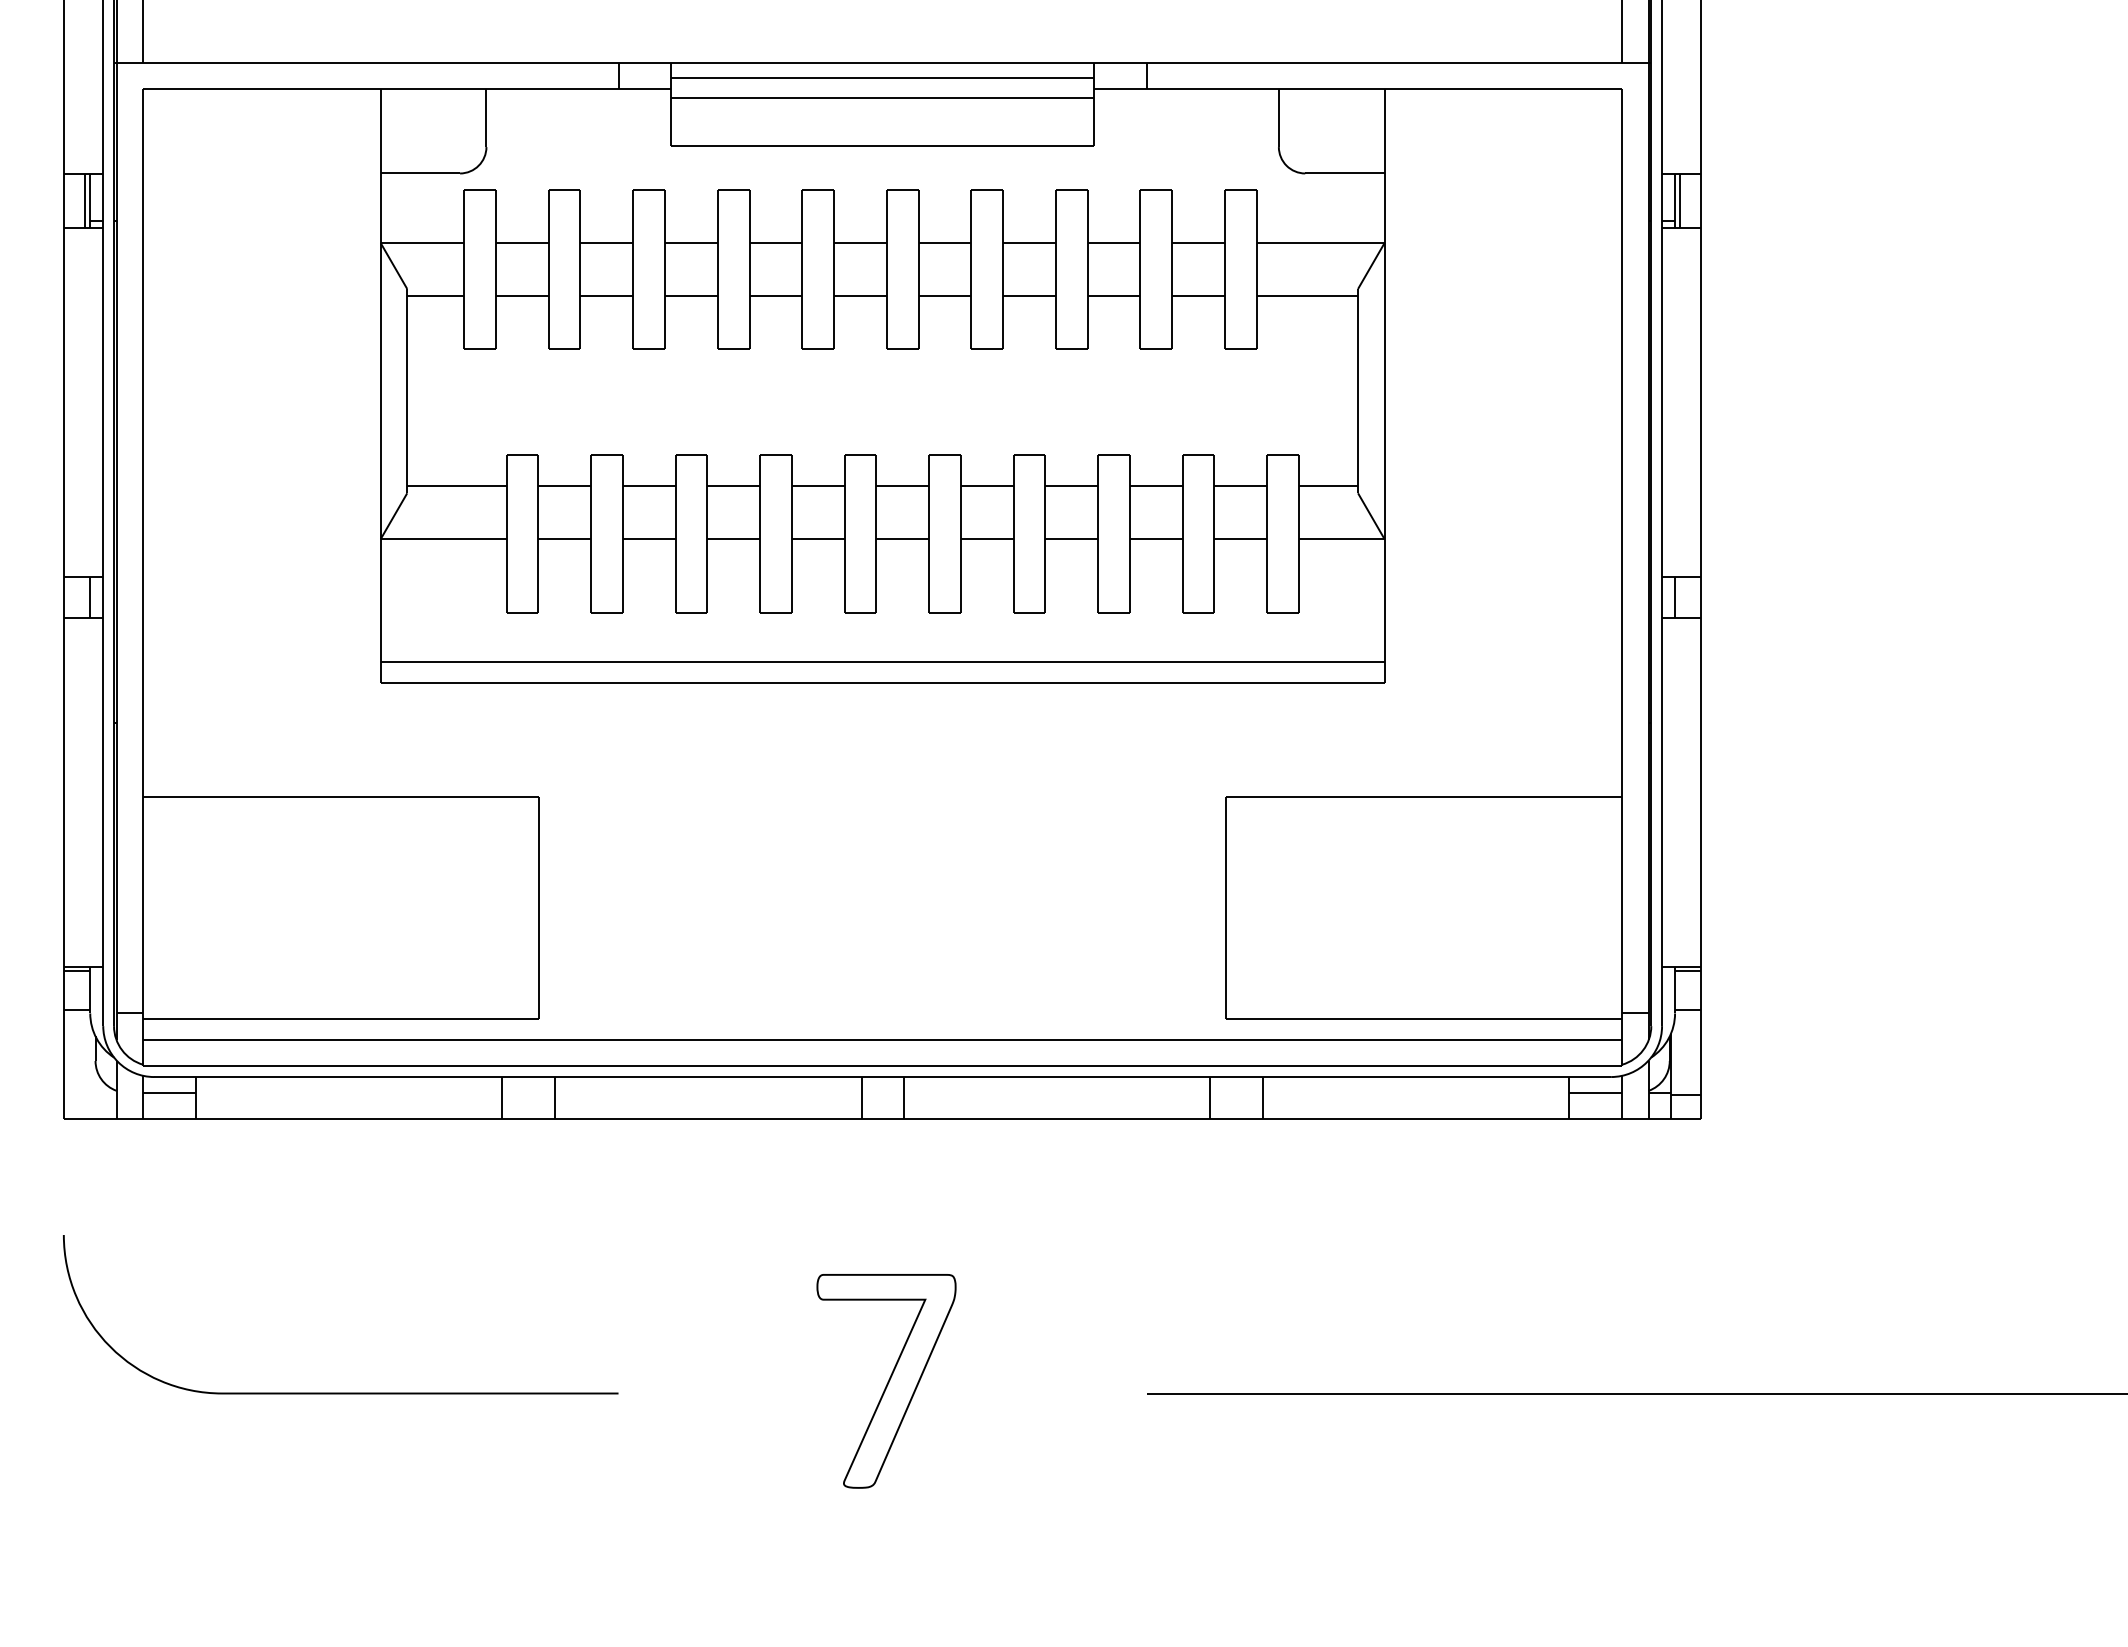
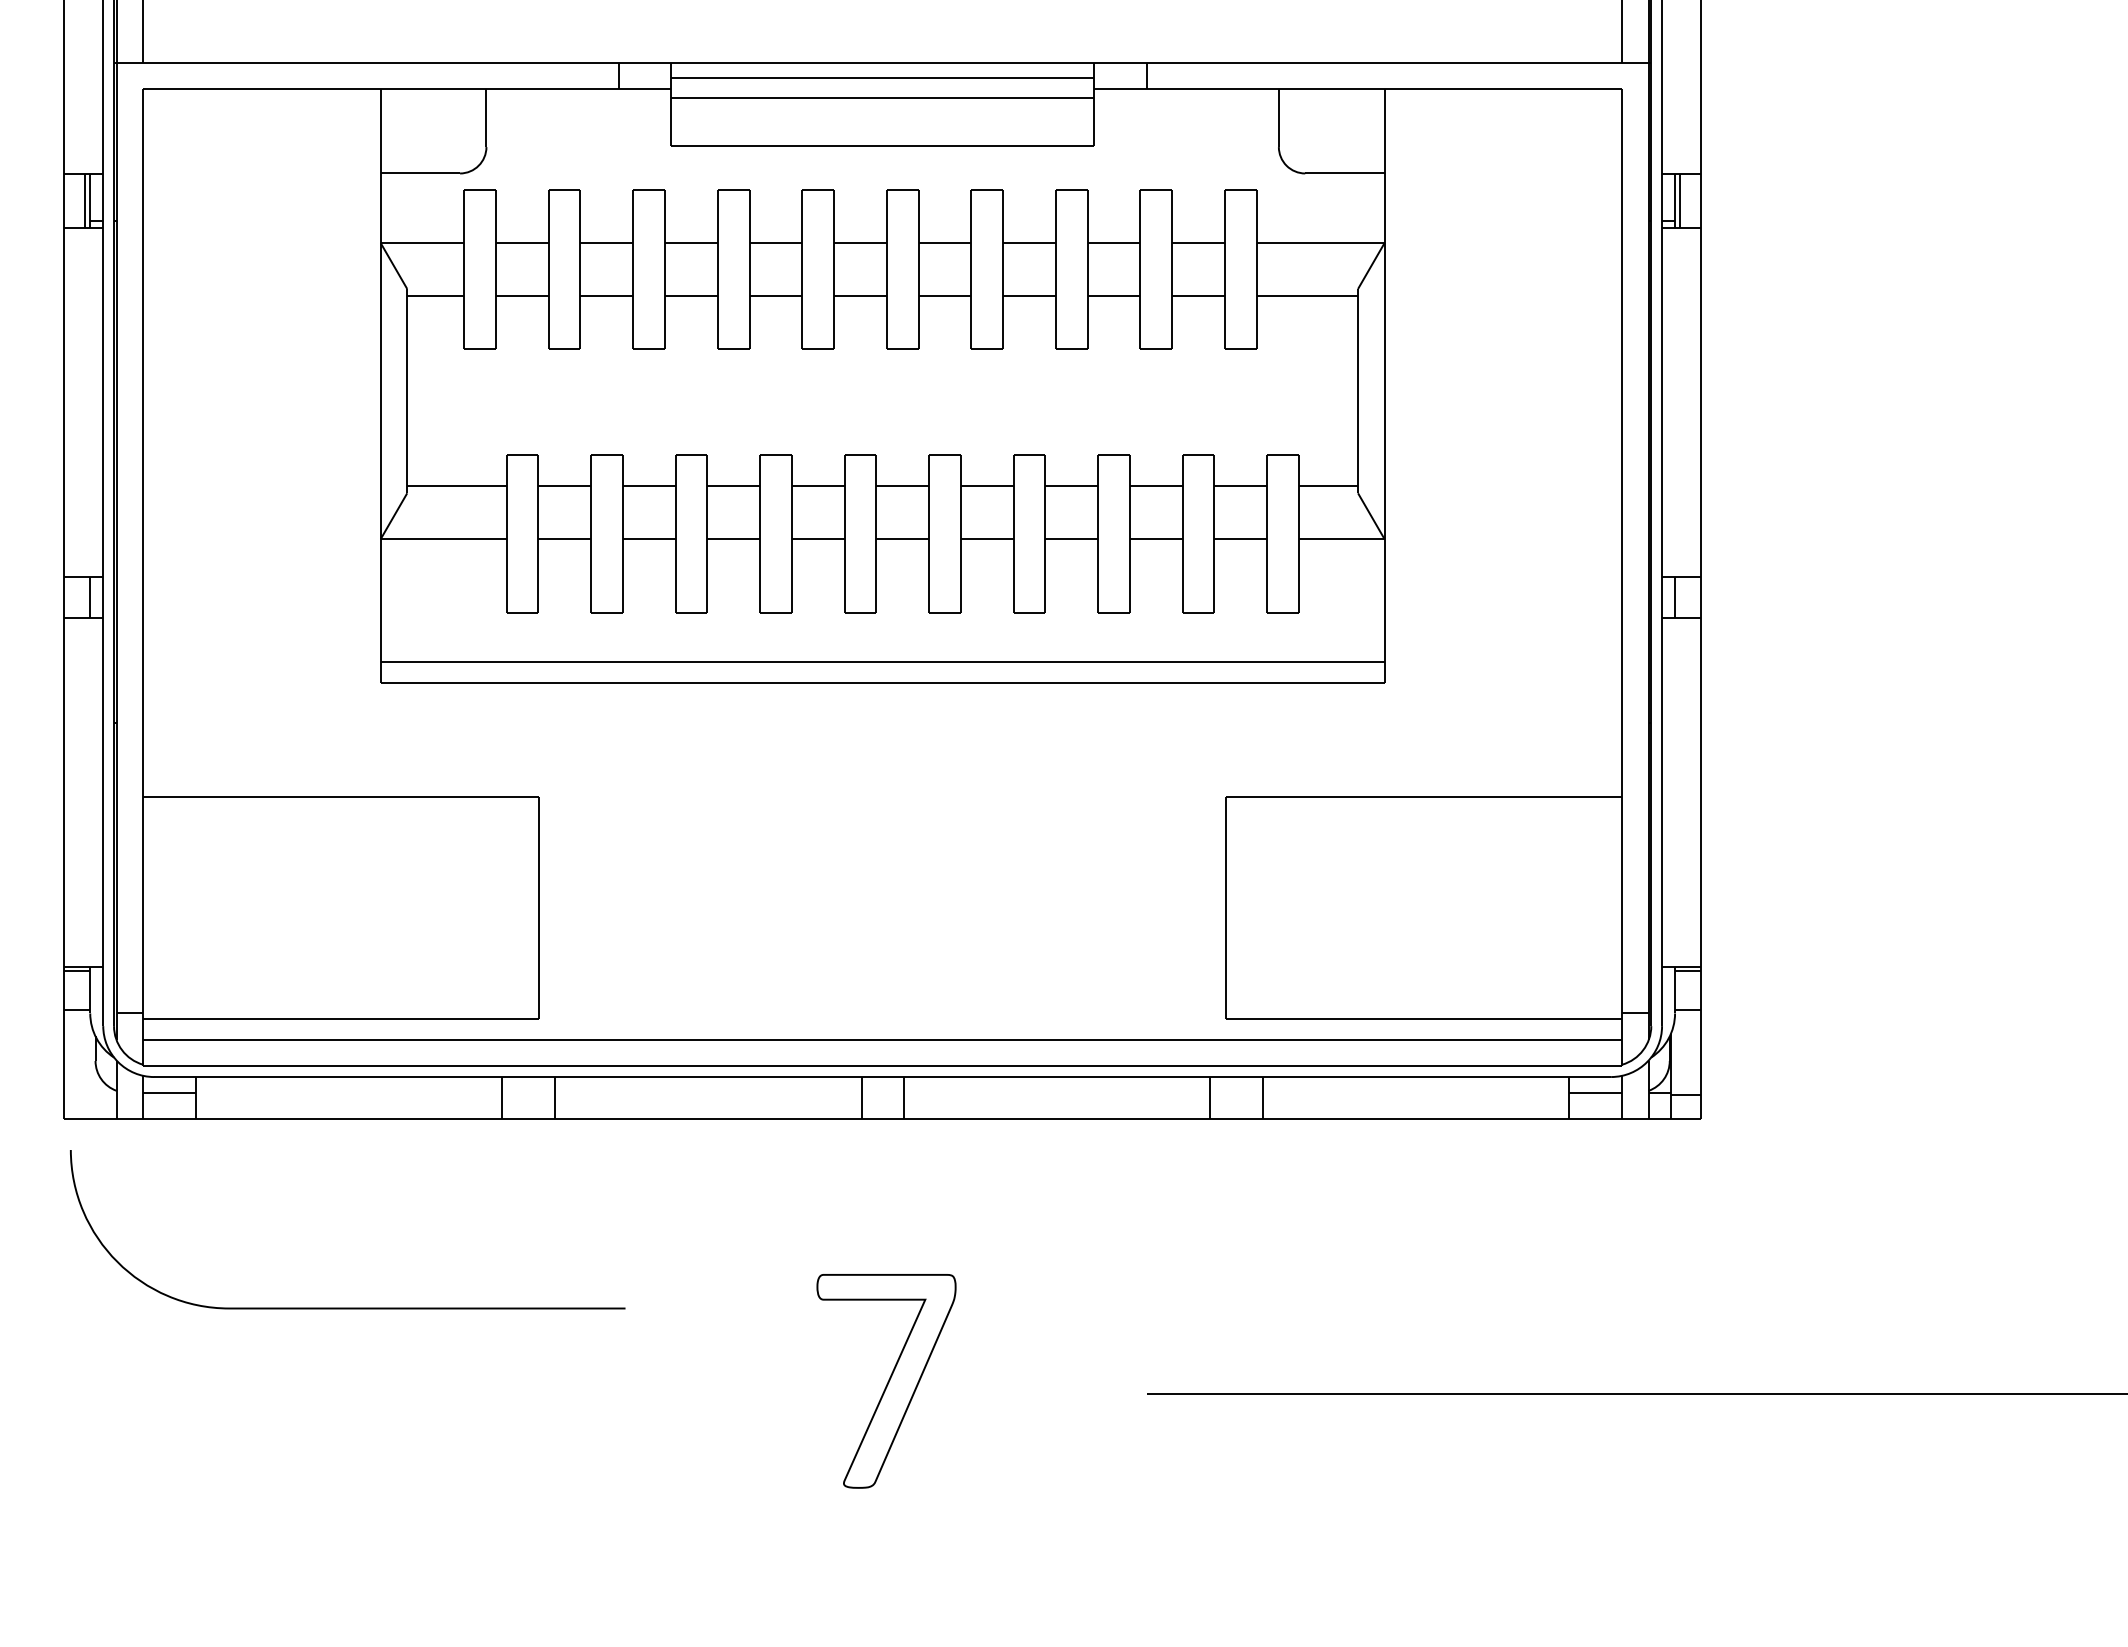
curve at (340, 1392) position: (340, 1392) -> (347, 1307)
